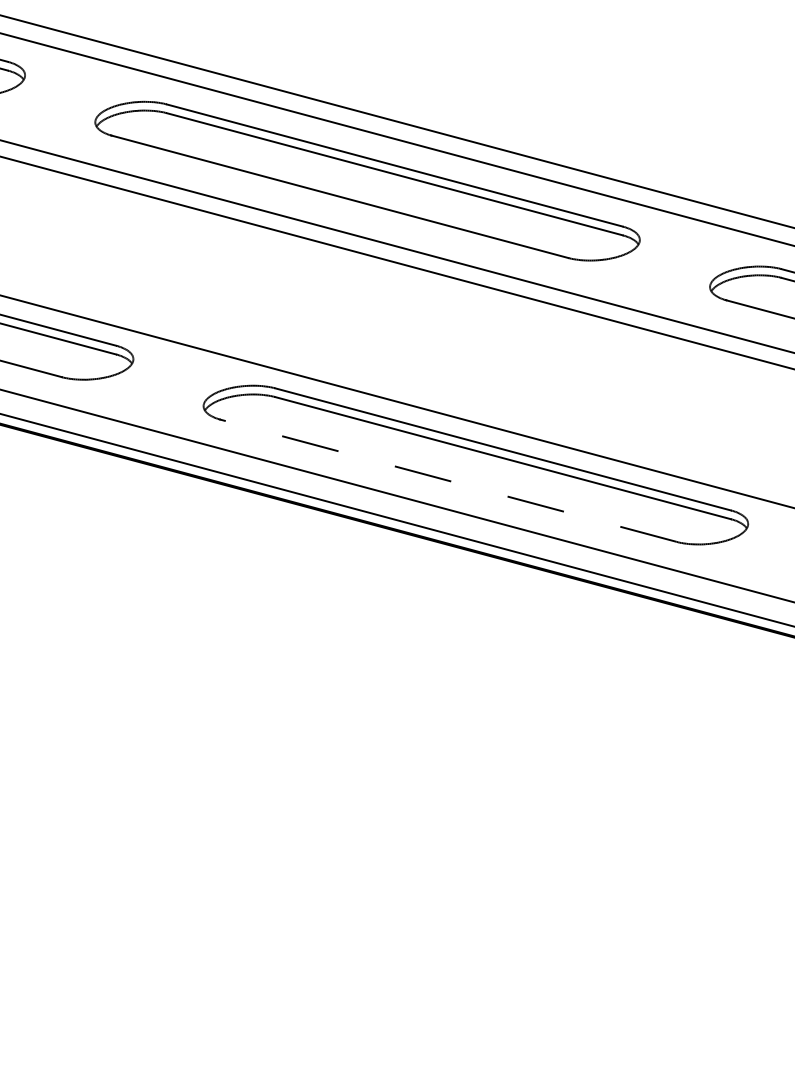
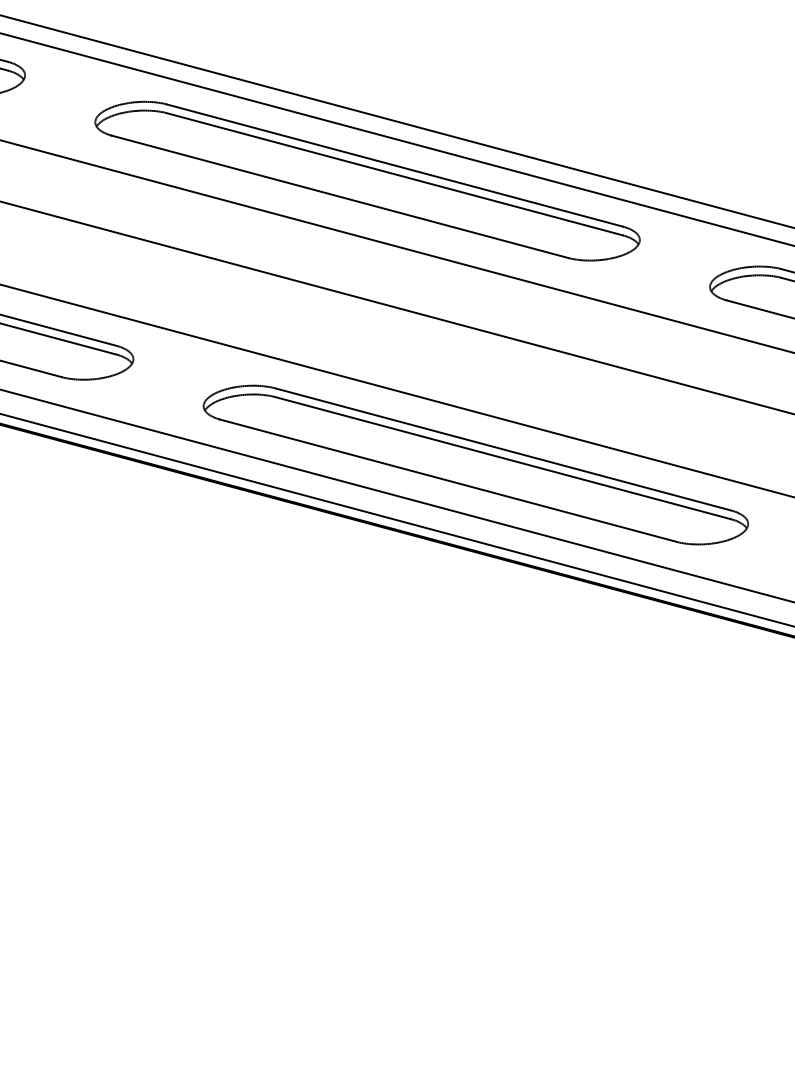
line at (396, 262) position: (396, 262) -> (396, 307)
line at (396, 401) position: (396, 401) -> (396, 390)
line at (447, 480): dashed -> solid
